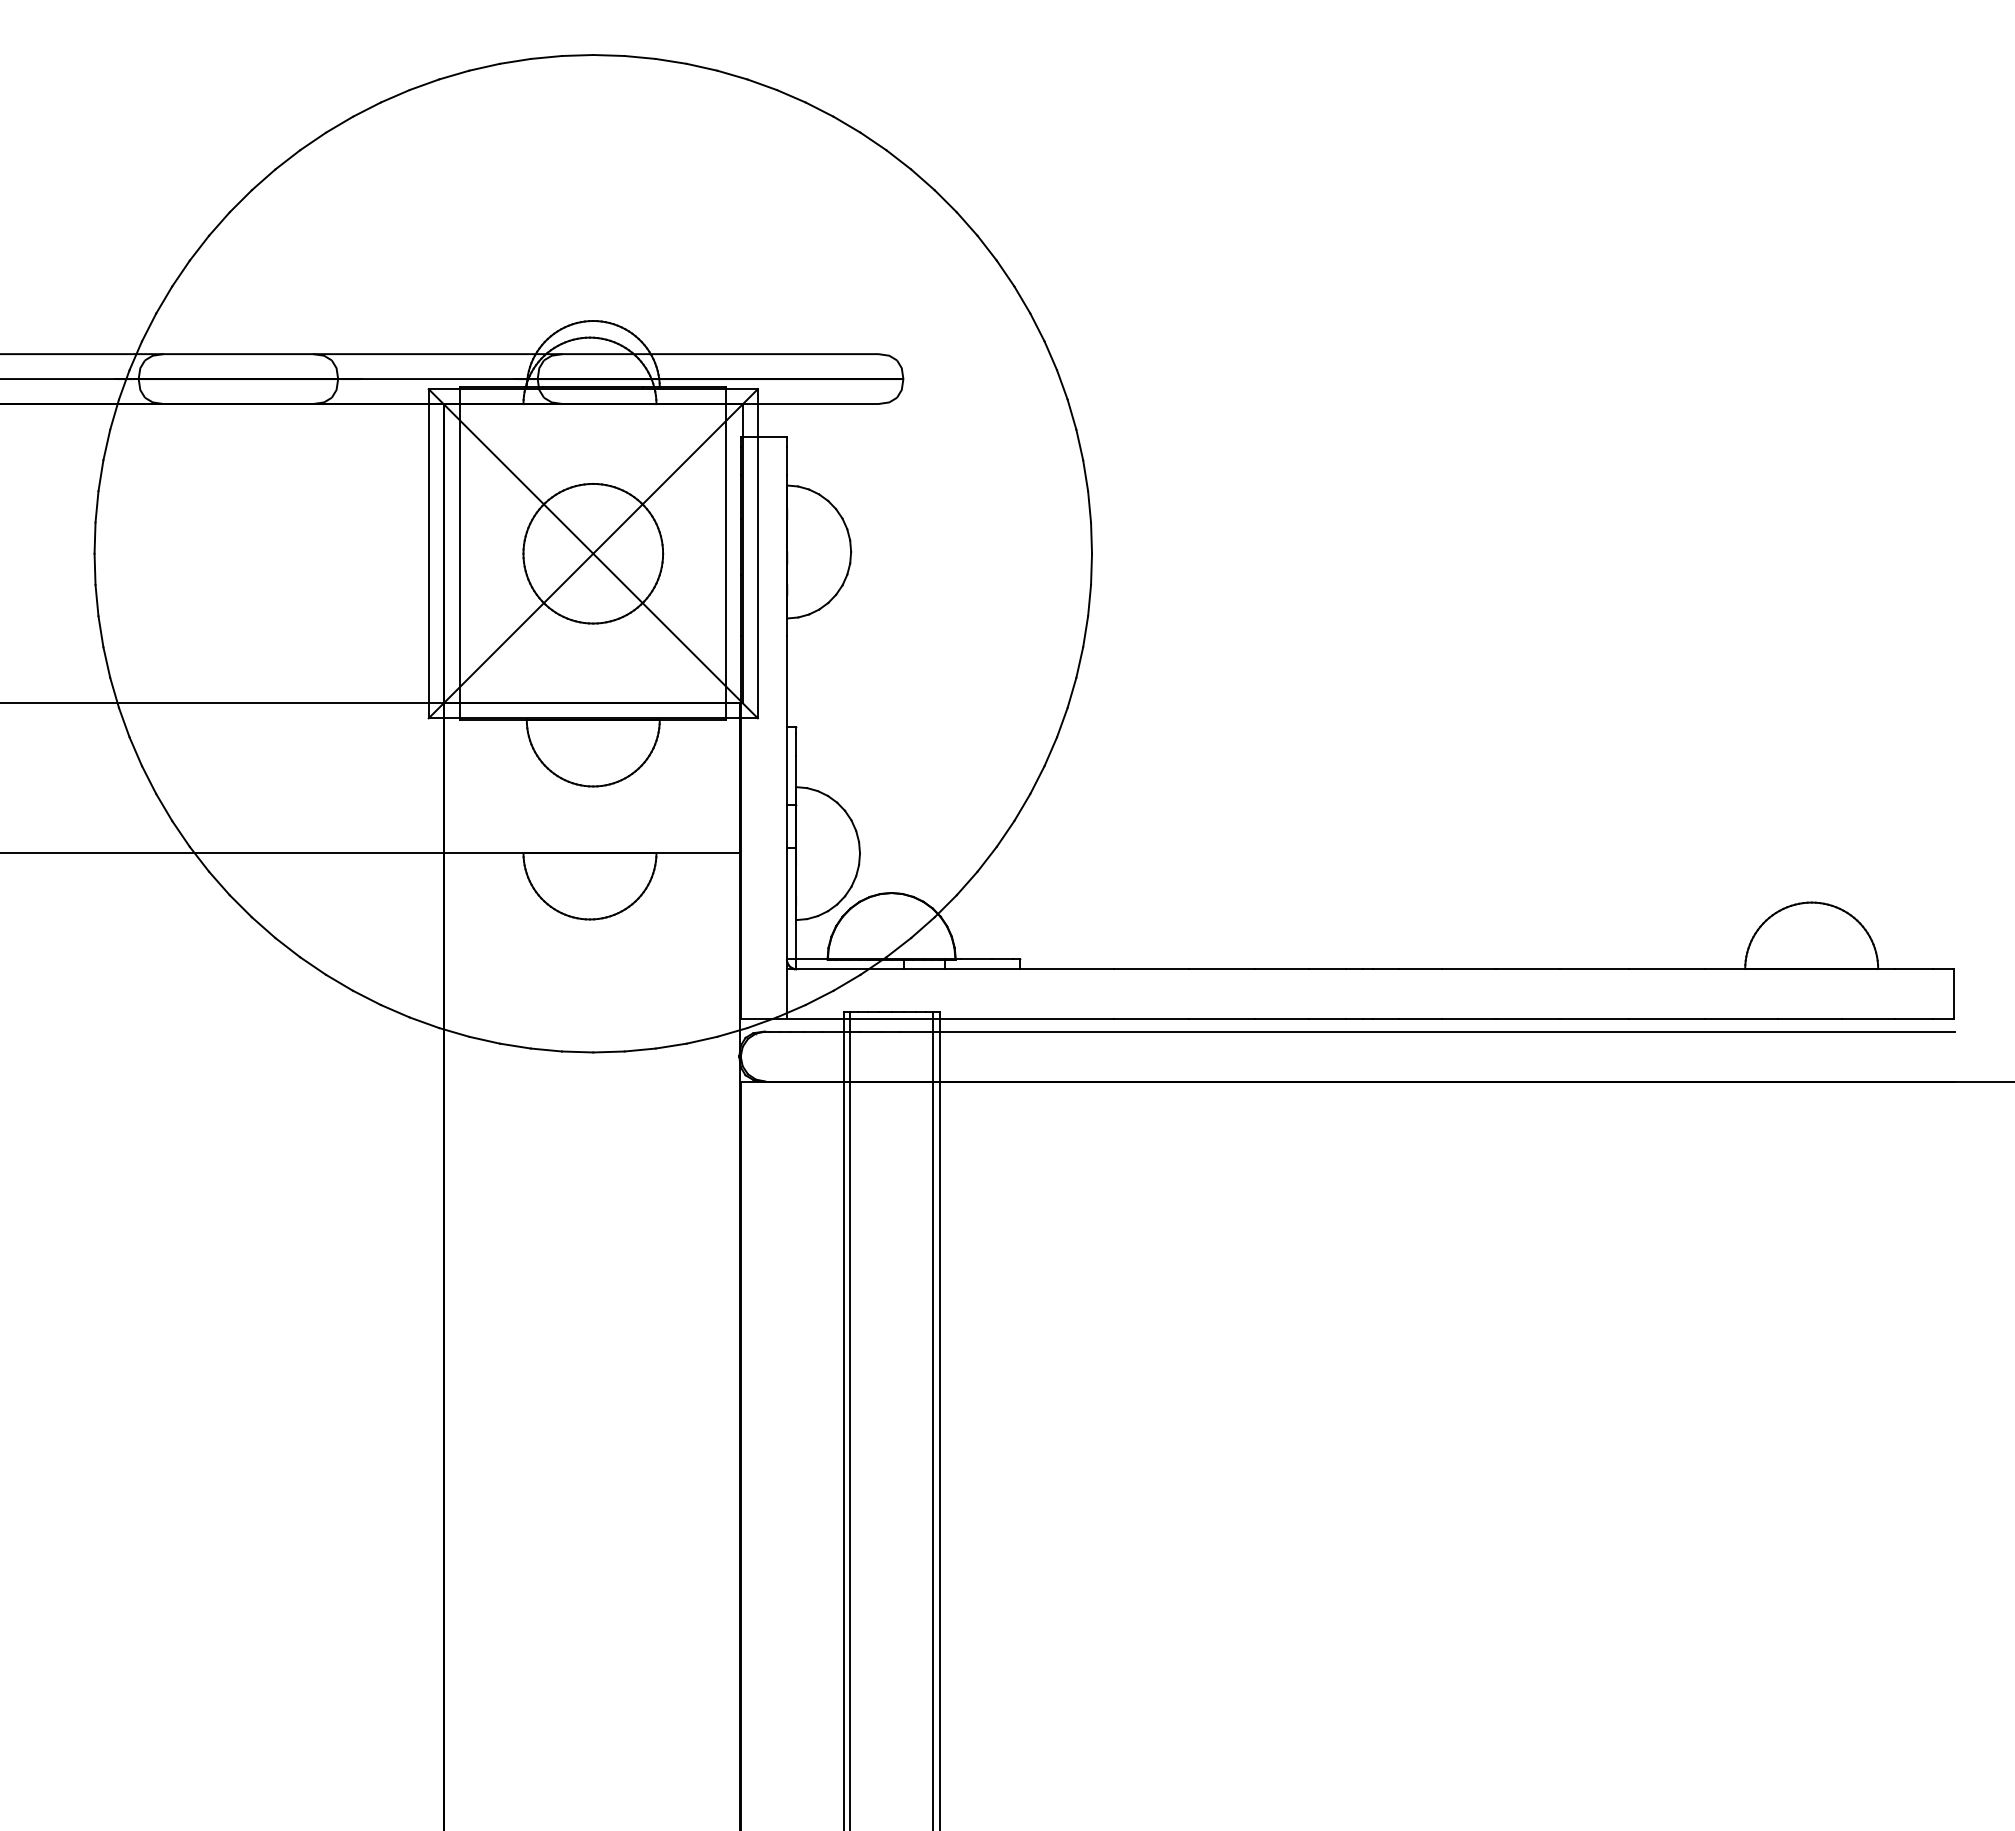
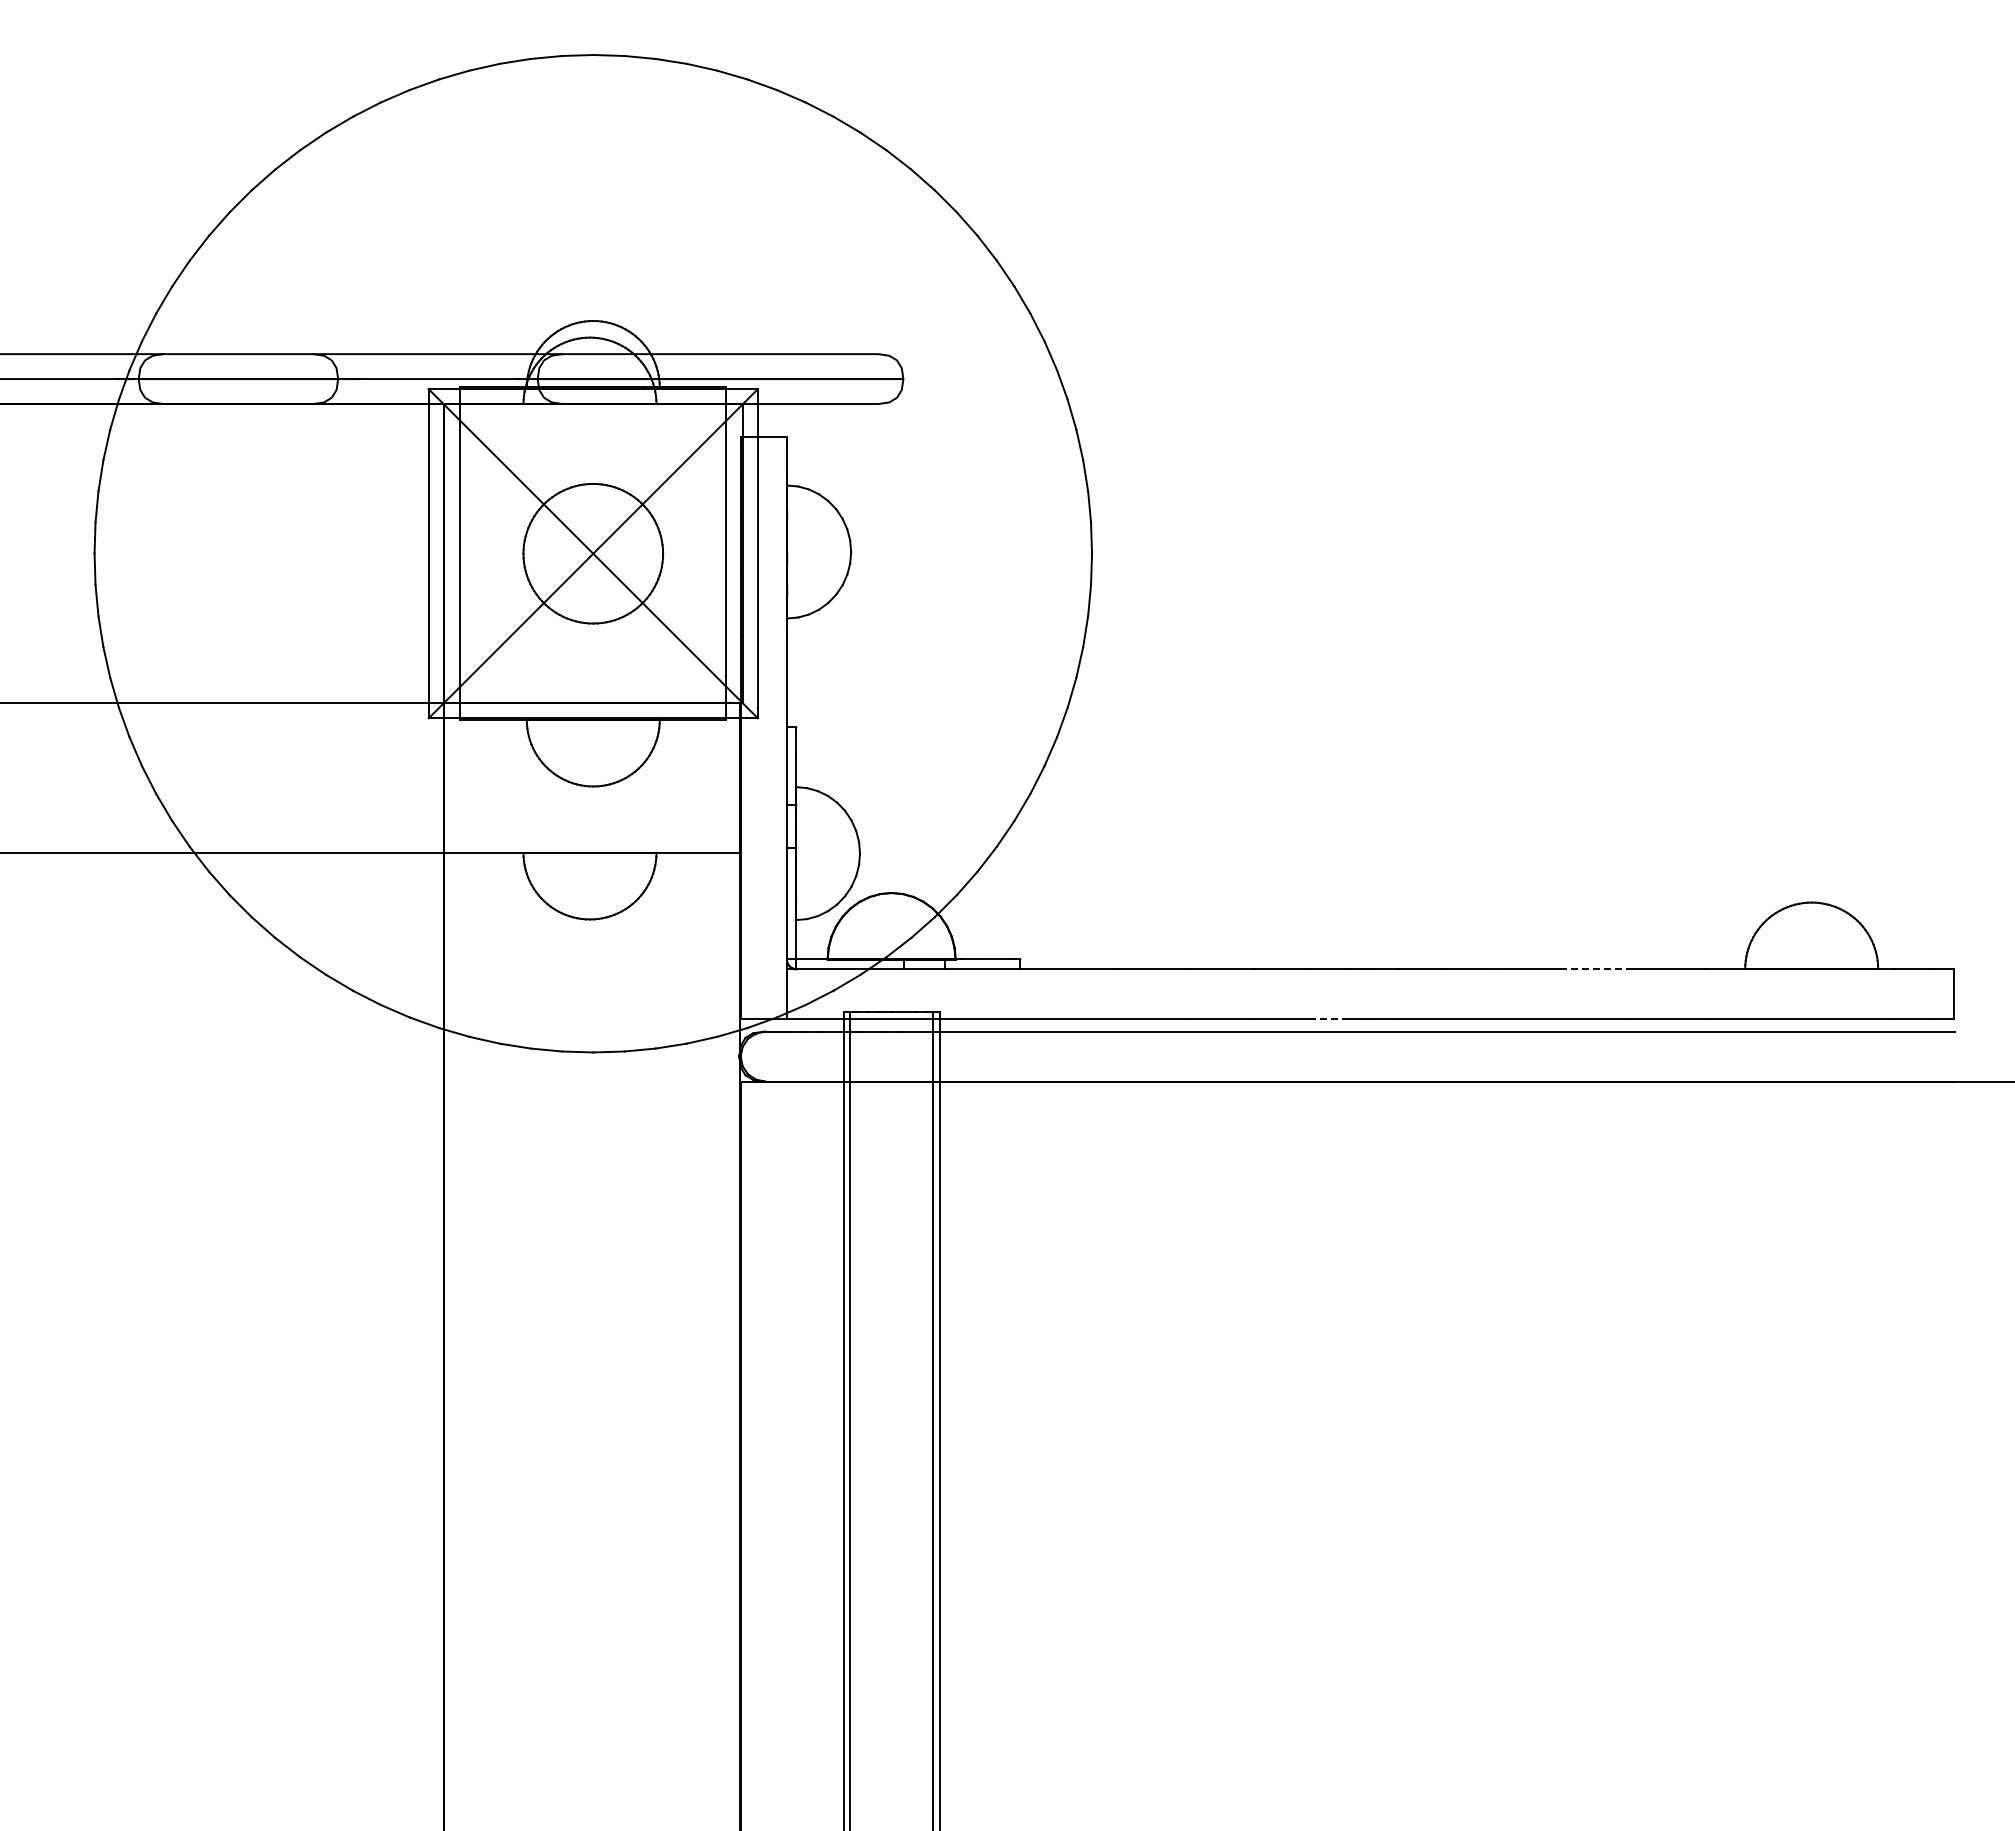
line at (1595, 969): solid -> dashed
line at (1328, 1018): solid -> dashed
